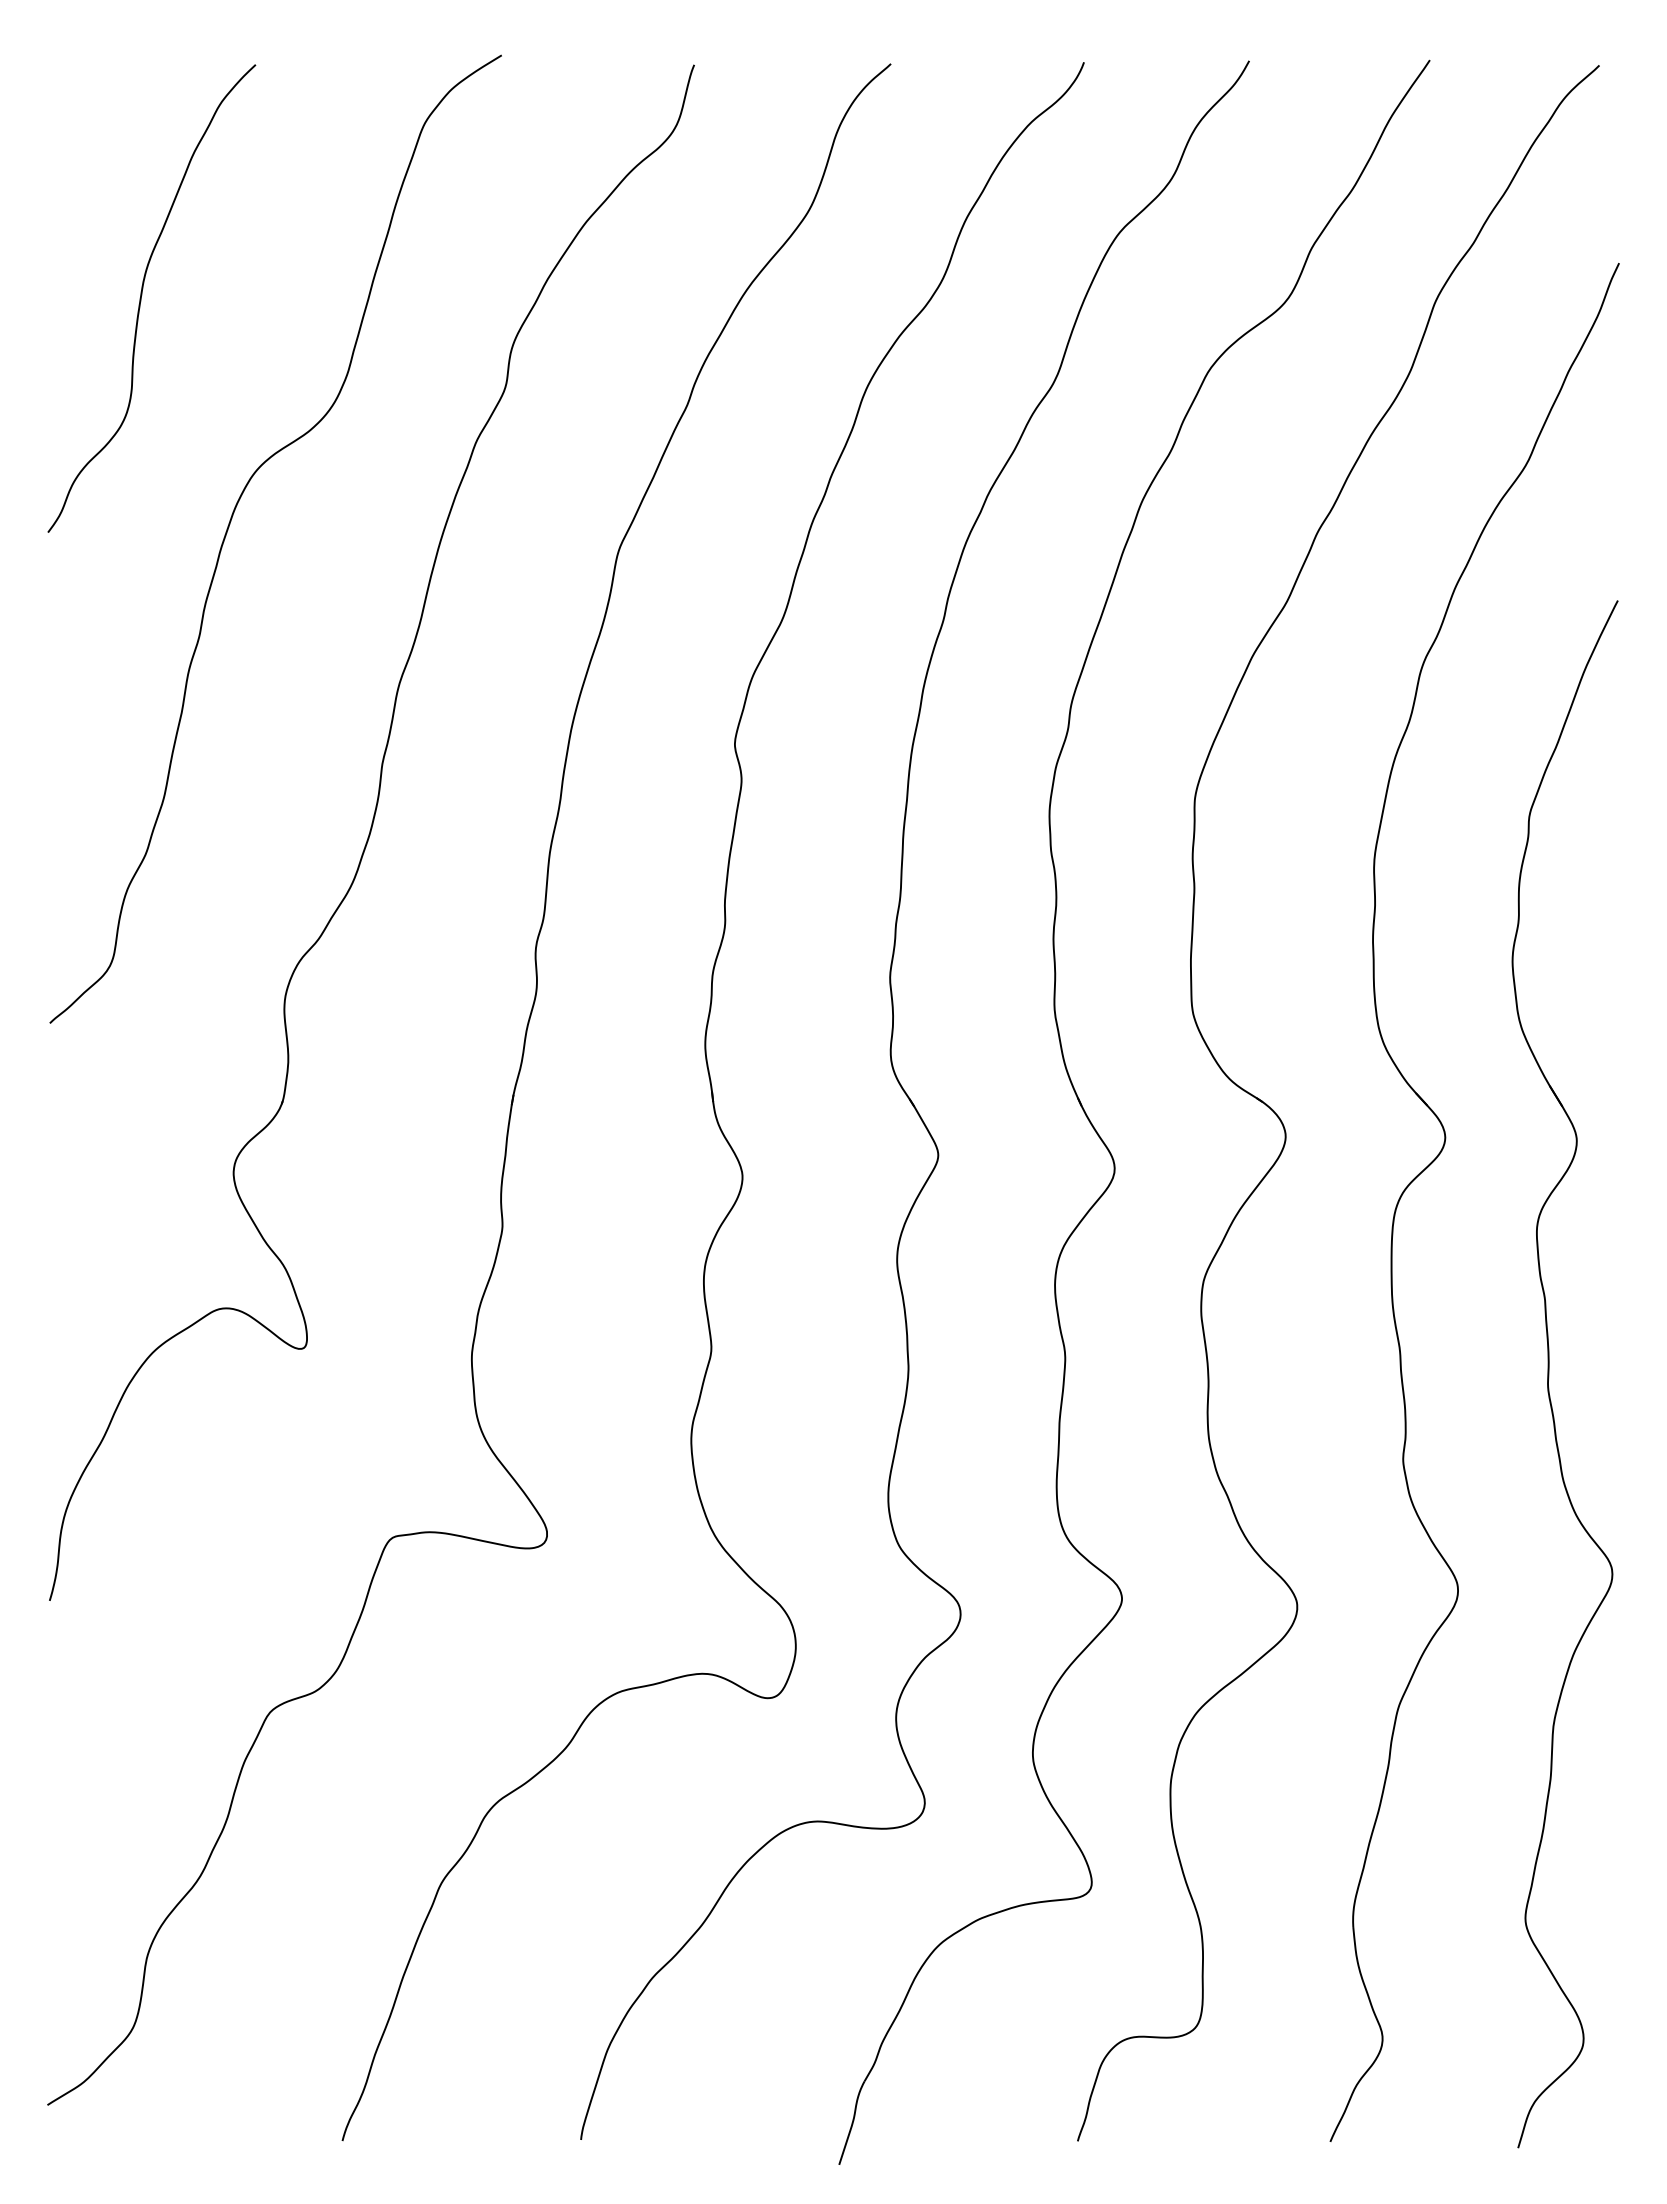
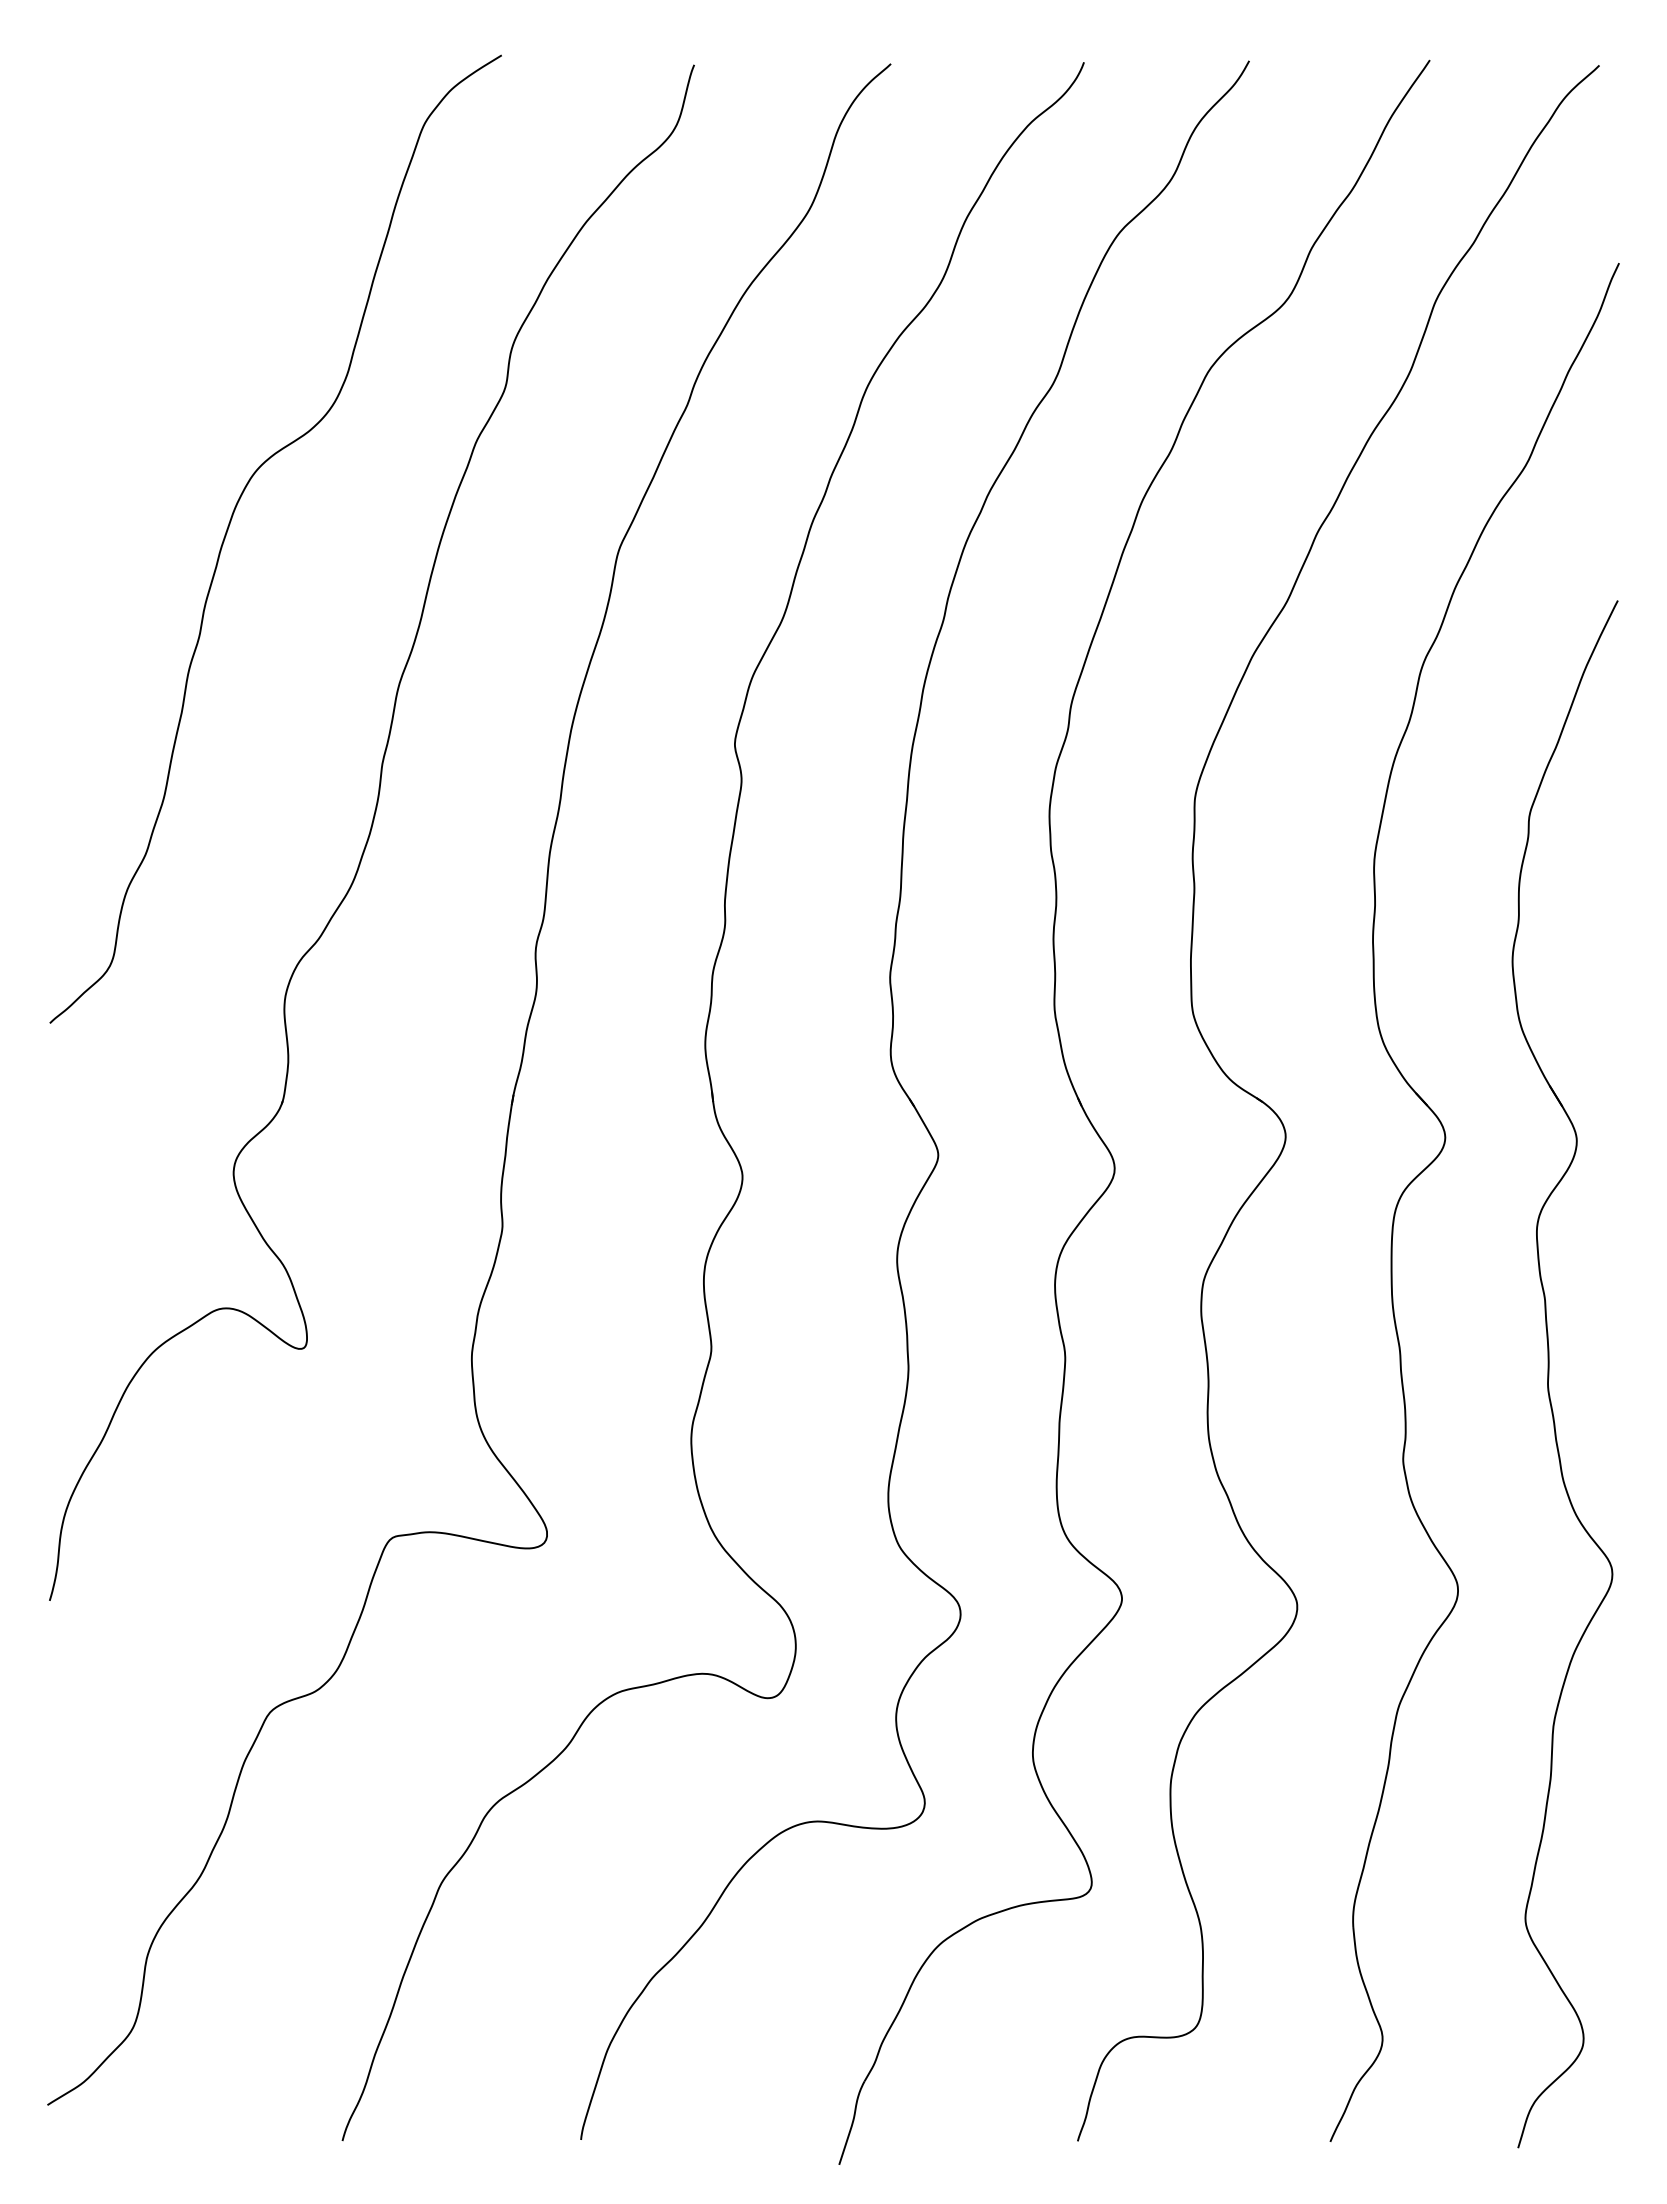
curve at (142, 295): present -> none
